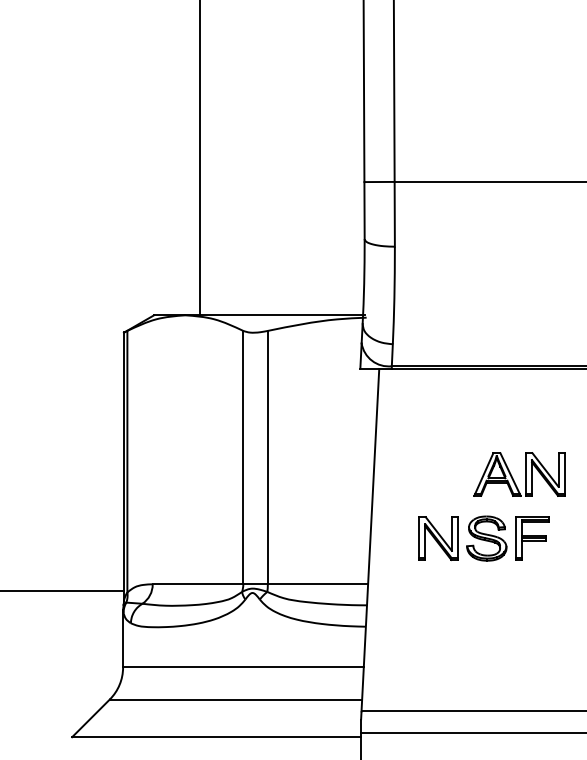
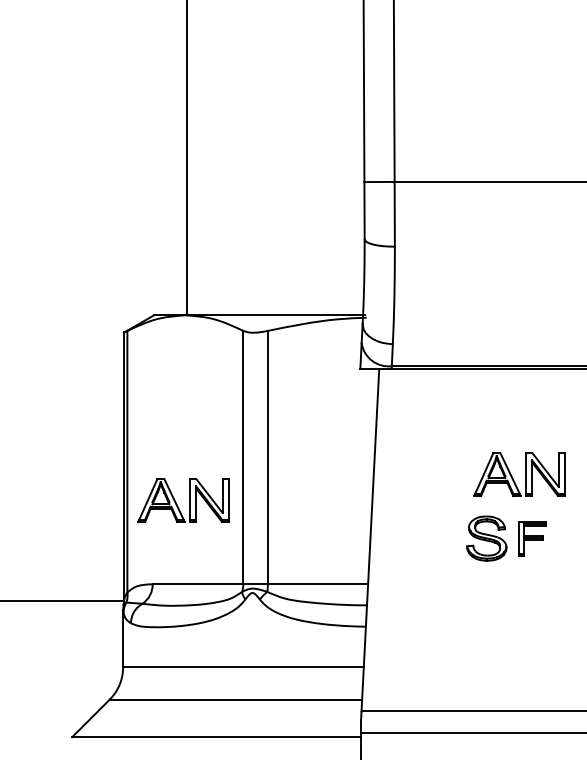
line at (200, 158) position: (200, 158) -> (187, 158)
part at (183, 500): none -> present
part at (438, 538): present -> none
part at (532, 538) size: 35x45 px -> 29x36 px
line at (62, 590) position: (62, 590) -> (62, 600)
